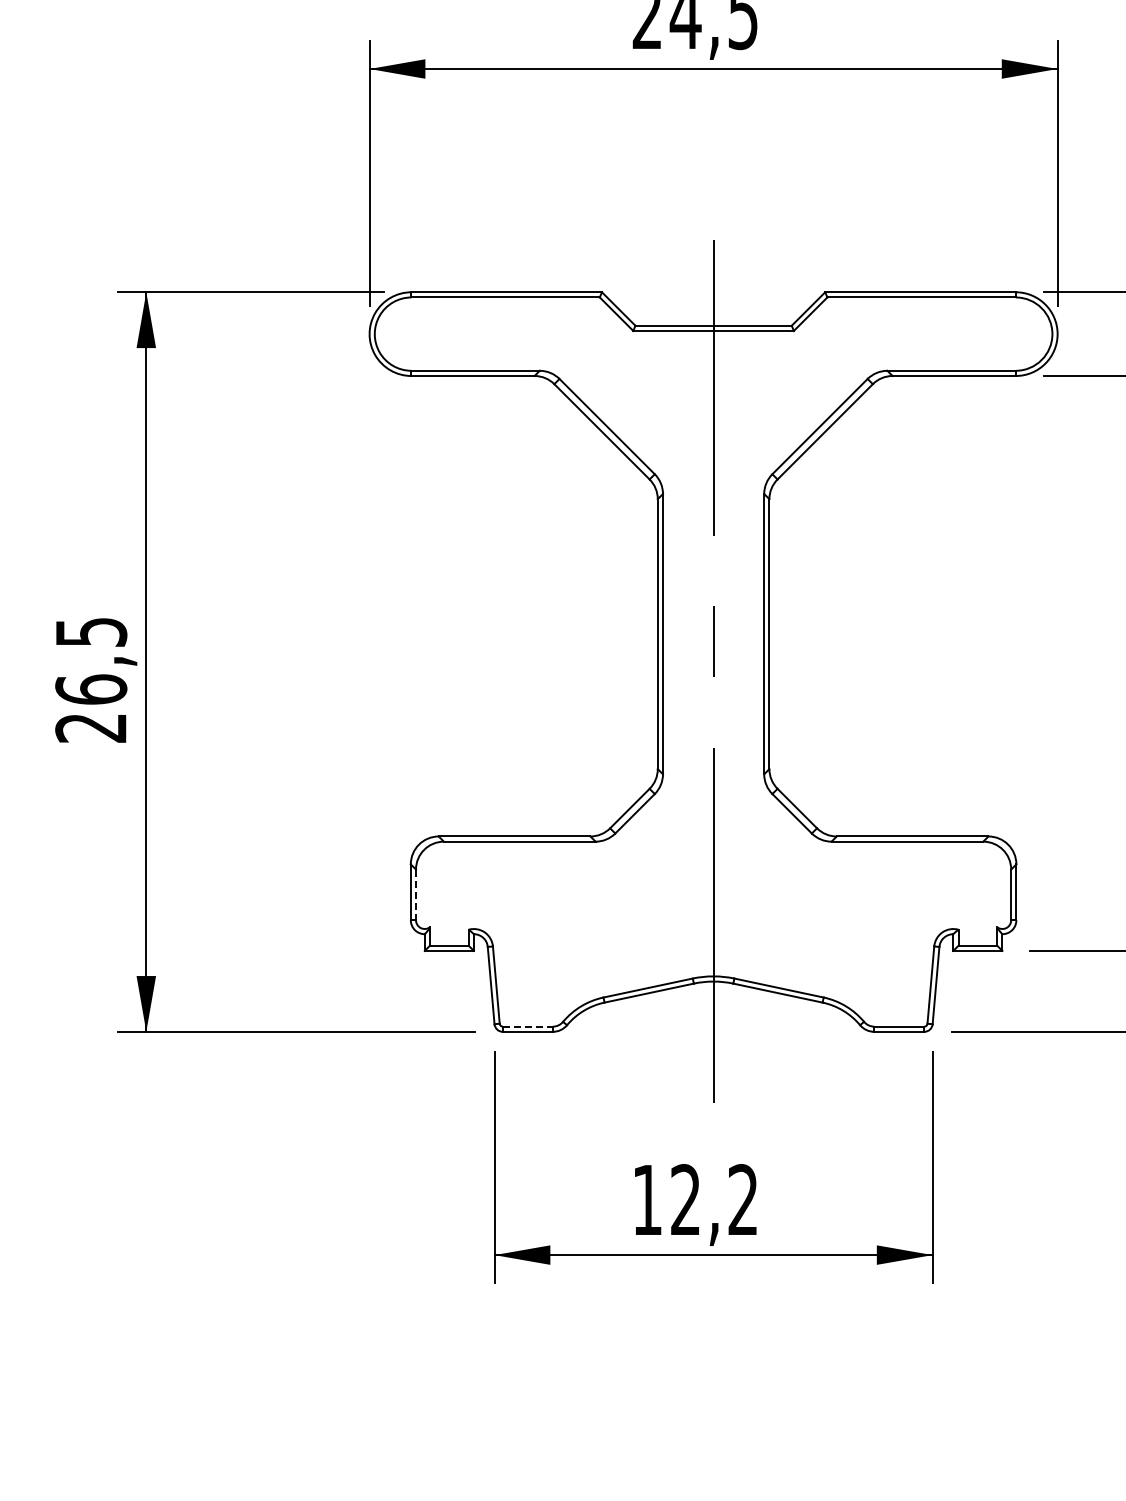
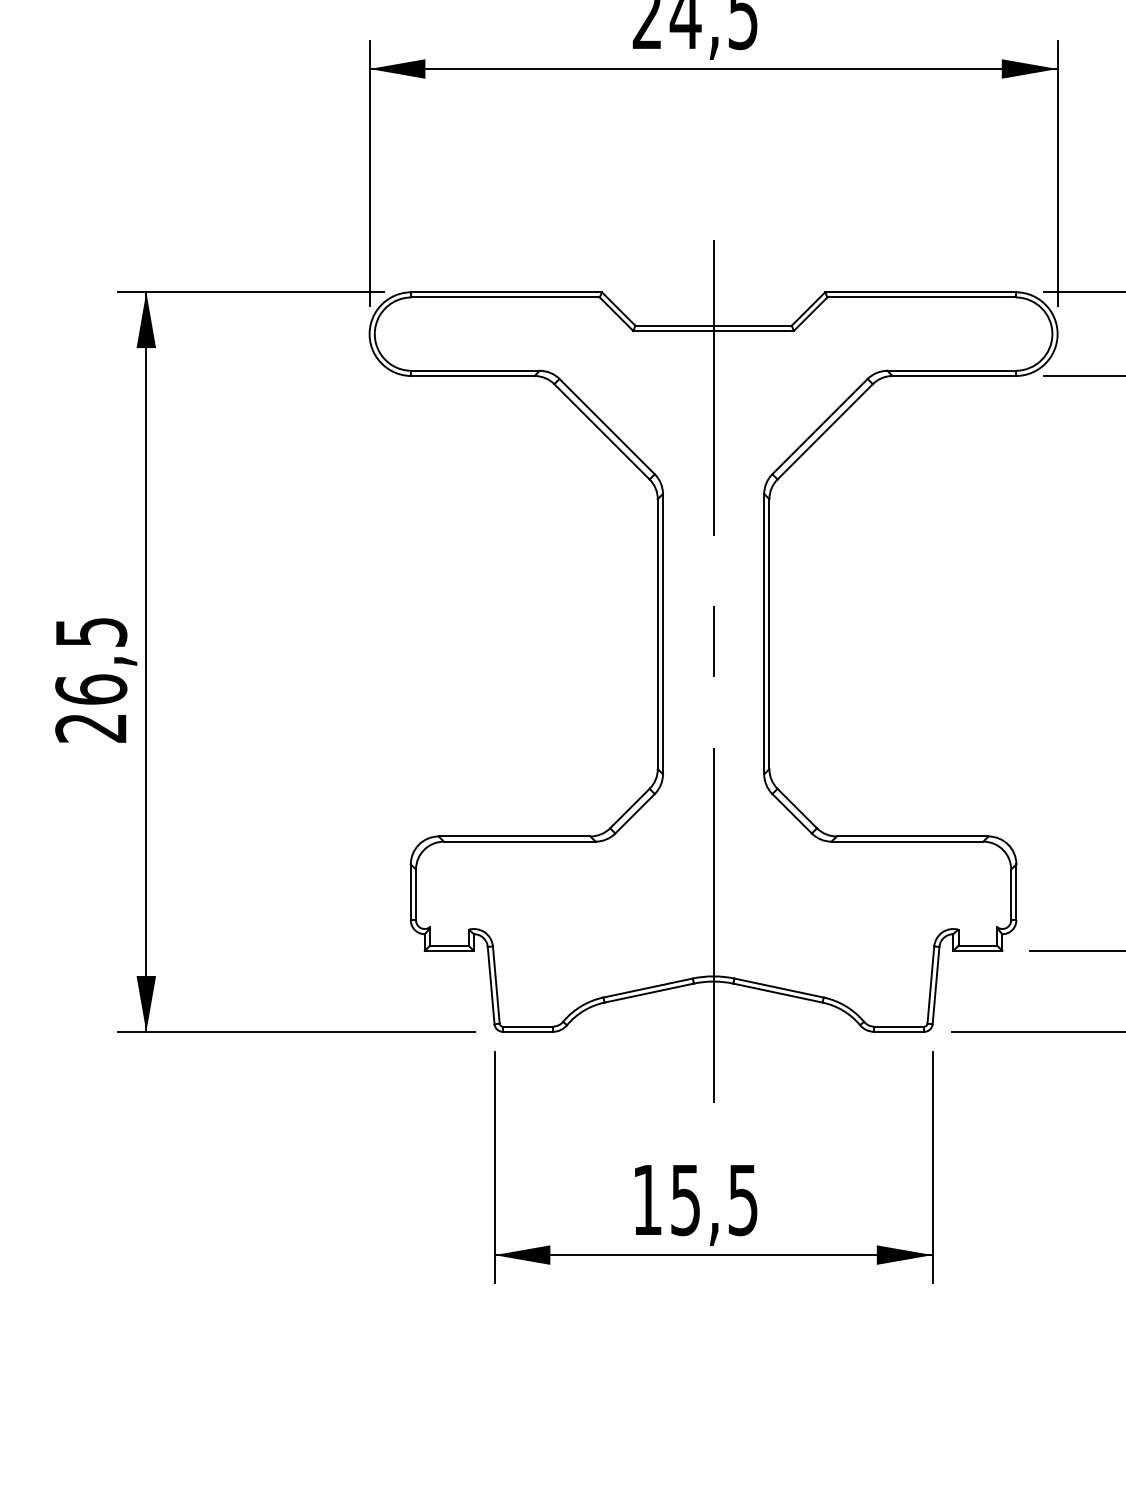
line at (416, 895): dashed -> solid
line at (527, 1026): dashed -> solid
text at (714, 1200): 12,2 -> 15,5
